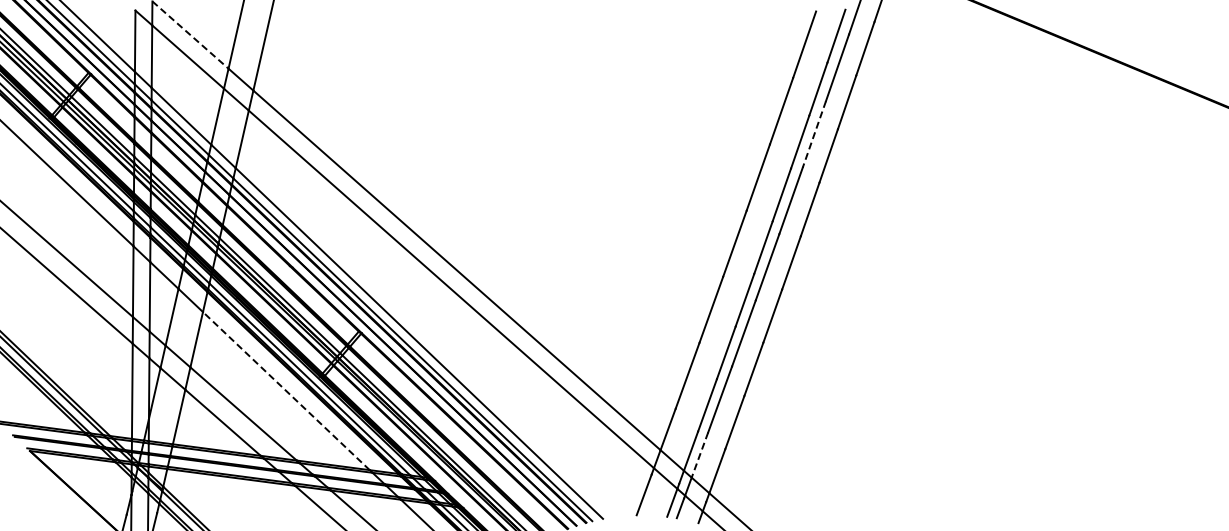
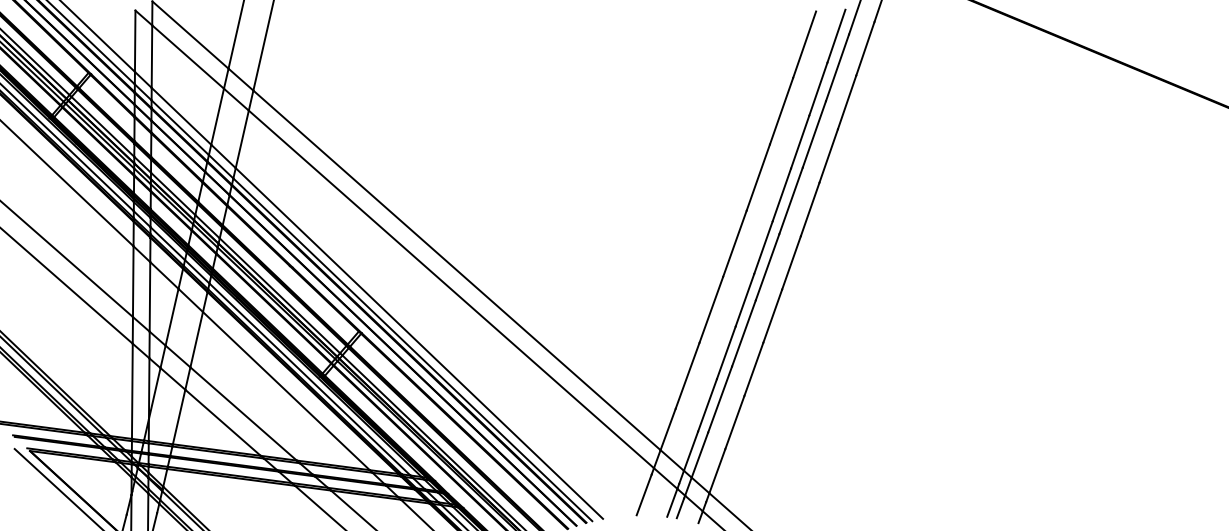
line at (190, 35): dashed -> solid
line at (814, 134): dashed -> solid
line at (286, 391): dashed -> solid
line at (699, 455): dashed -> solid
line at (57, 487): none -> present
